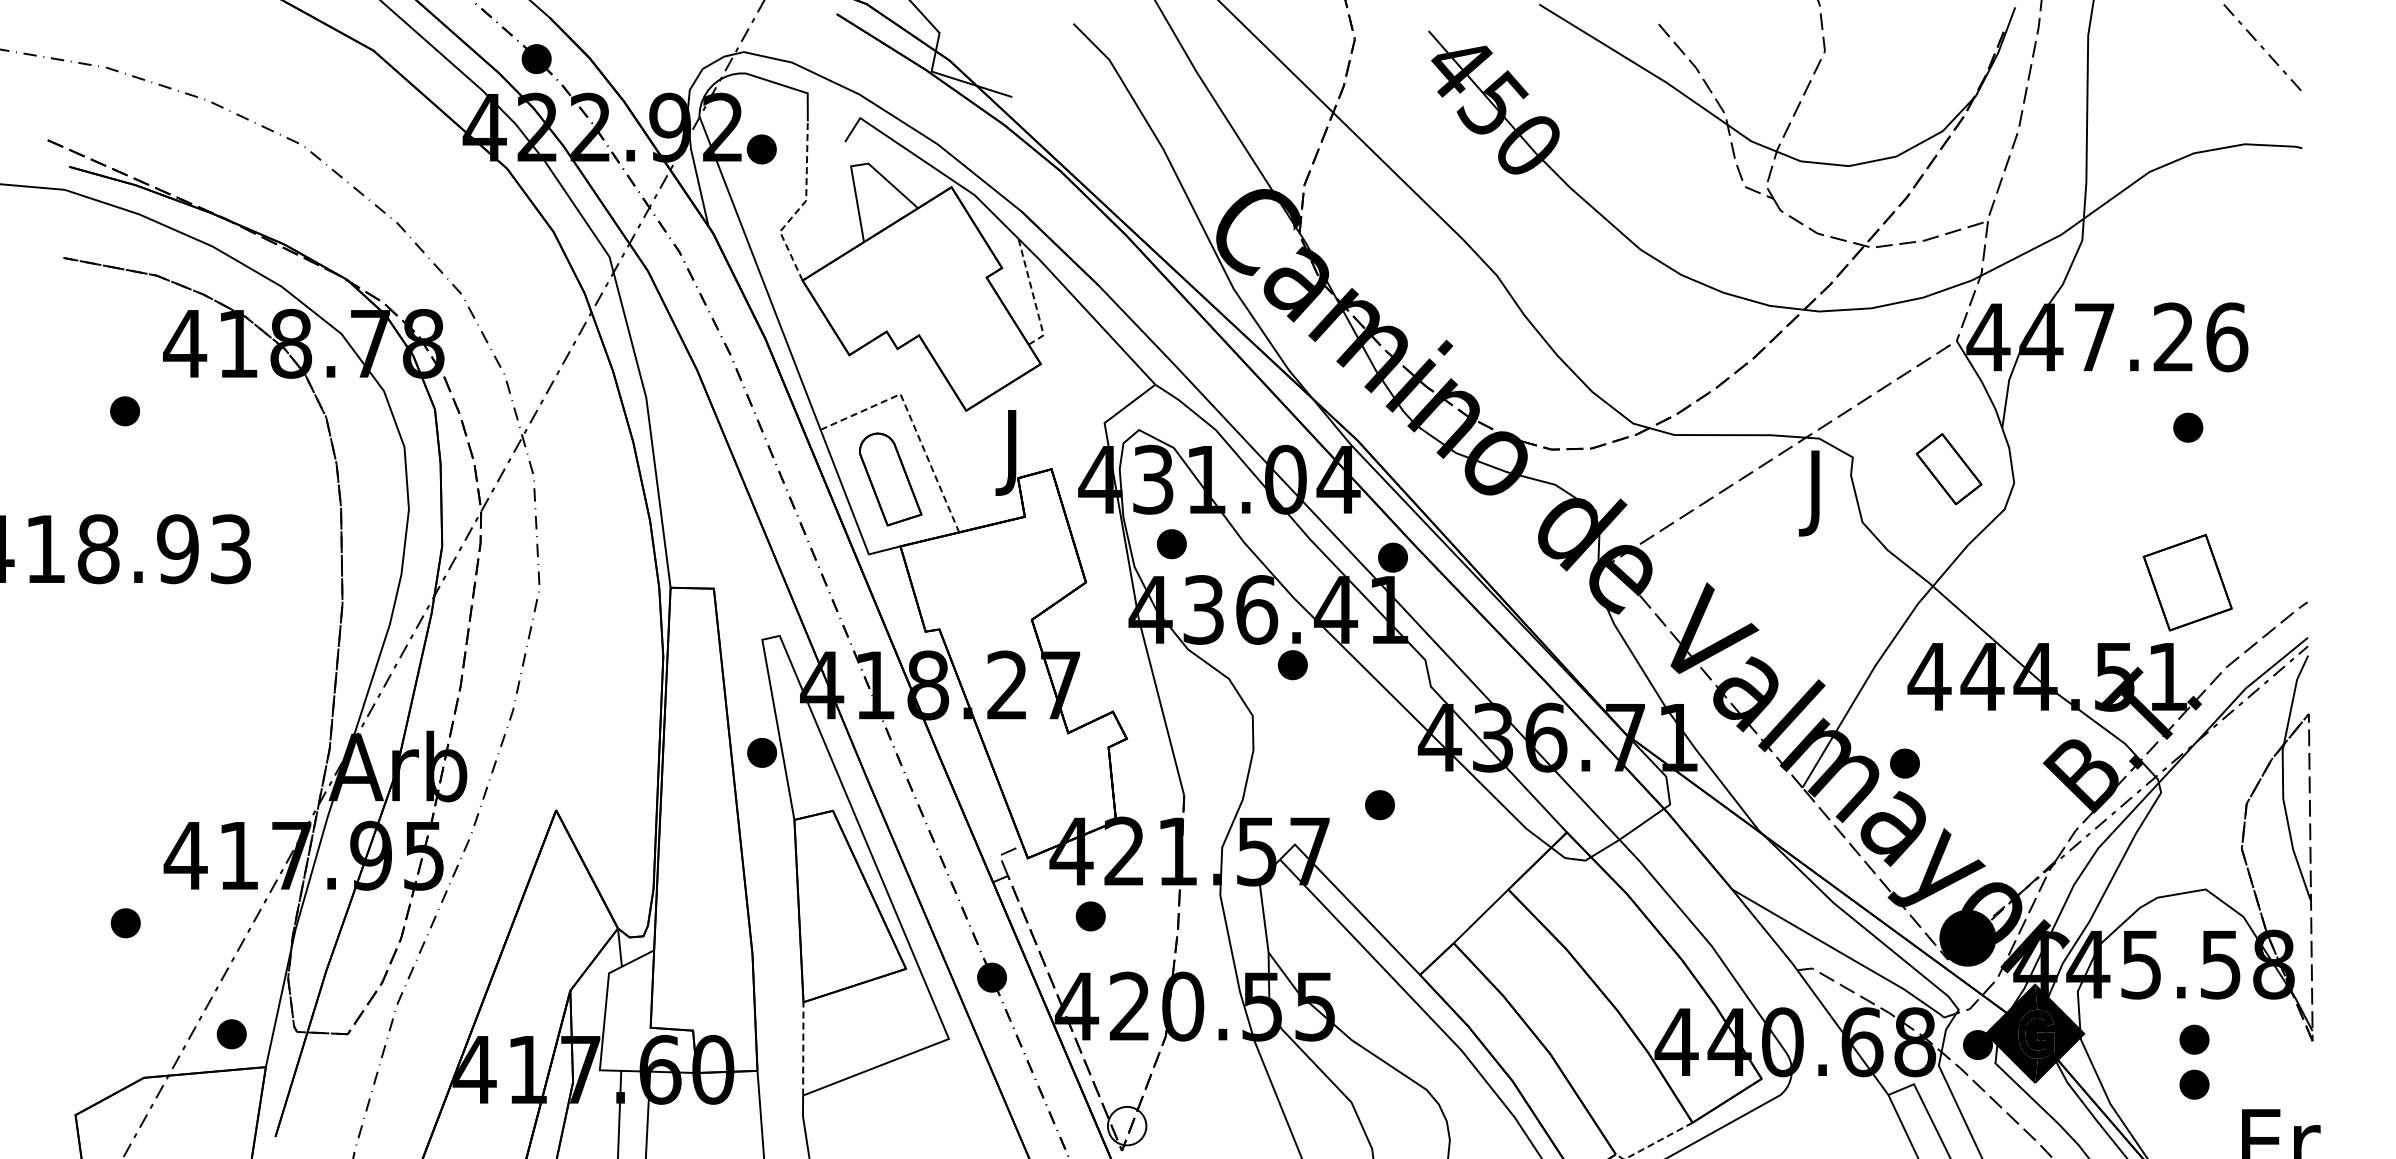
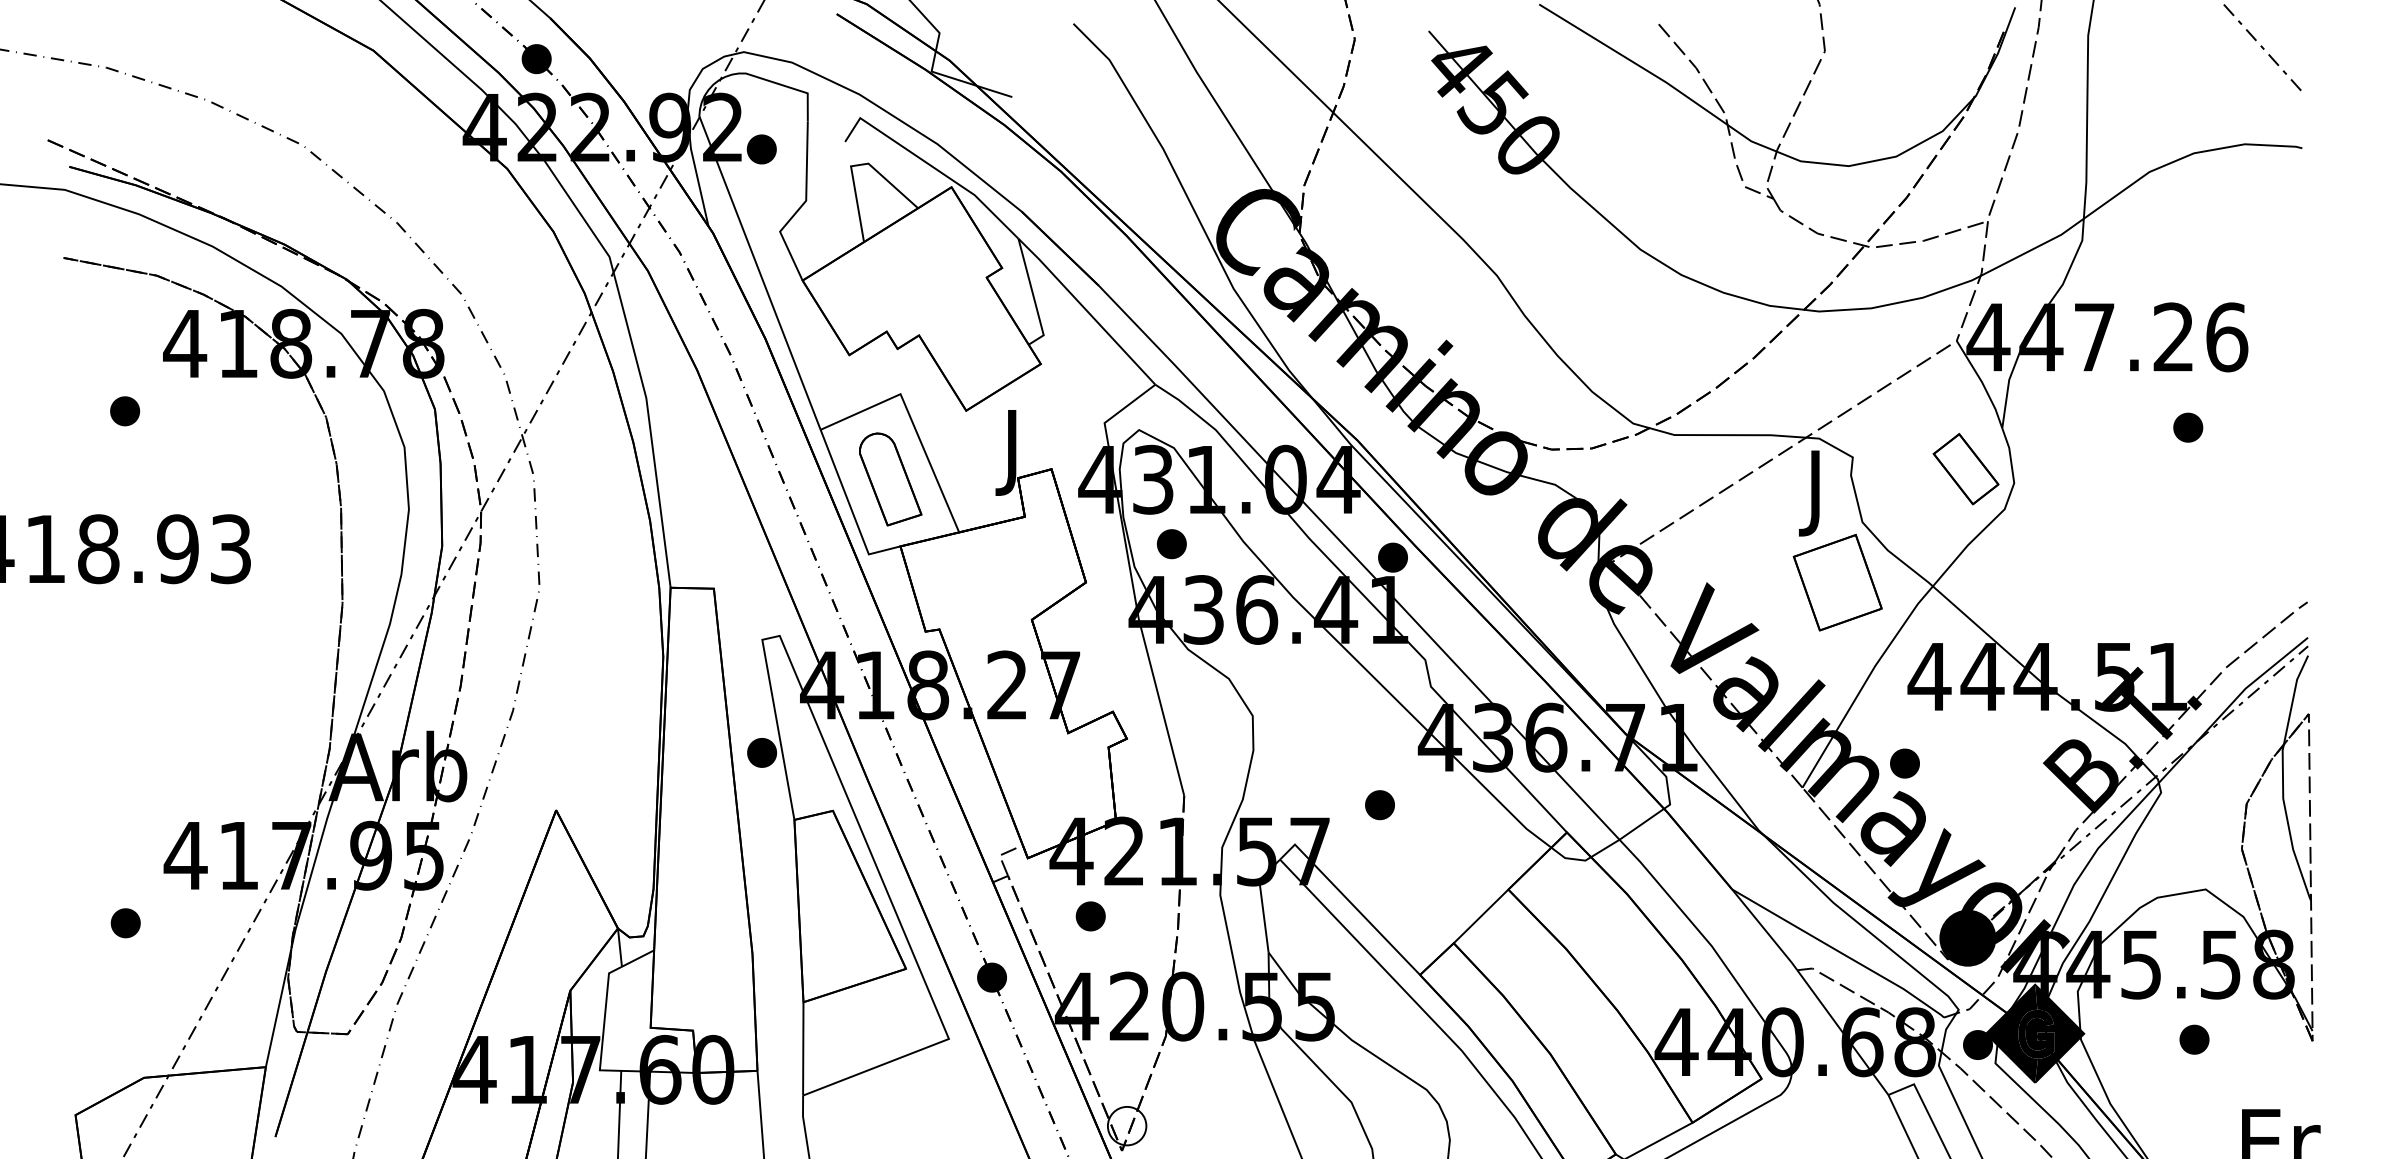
line at (801, 206): dashed -> solid
line at (1033, 295): dashed -> solid
line at (912, 422): dashed -> solid
part at (1948, 469) position: (1948, 469) -> (1965, 469)
part at (2187, 582) position: (2187, 582) -> (1837, 582)
part at (1292, 665): present -> none
part at (231, 1034): present -> none
line at (803, 1048): dashed -> solid
part at (2194, 1084): present -> none
line at (1654, 1143): dashed -> solid
